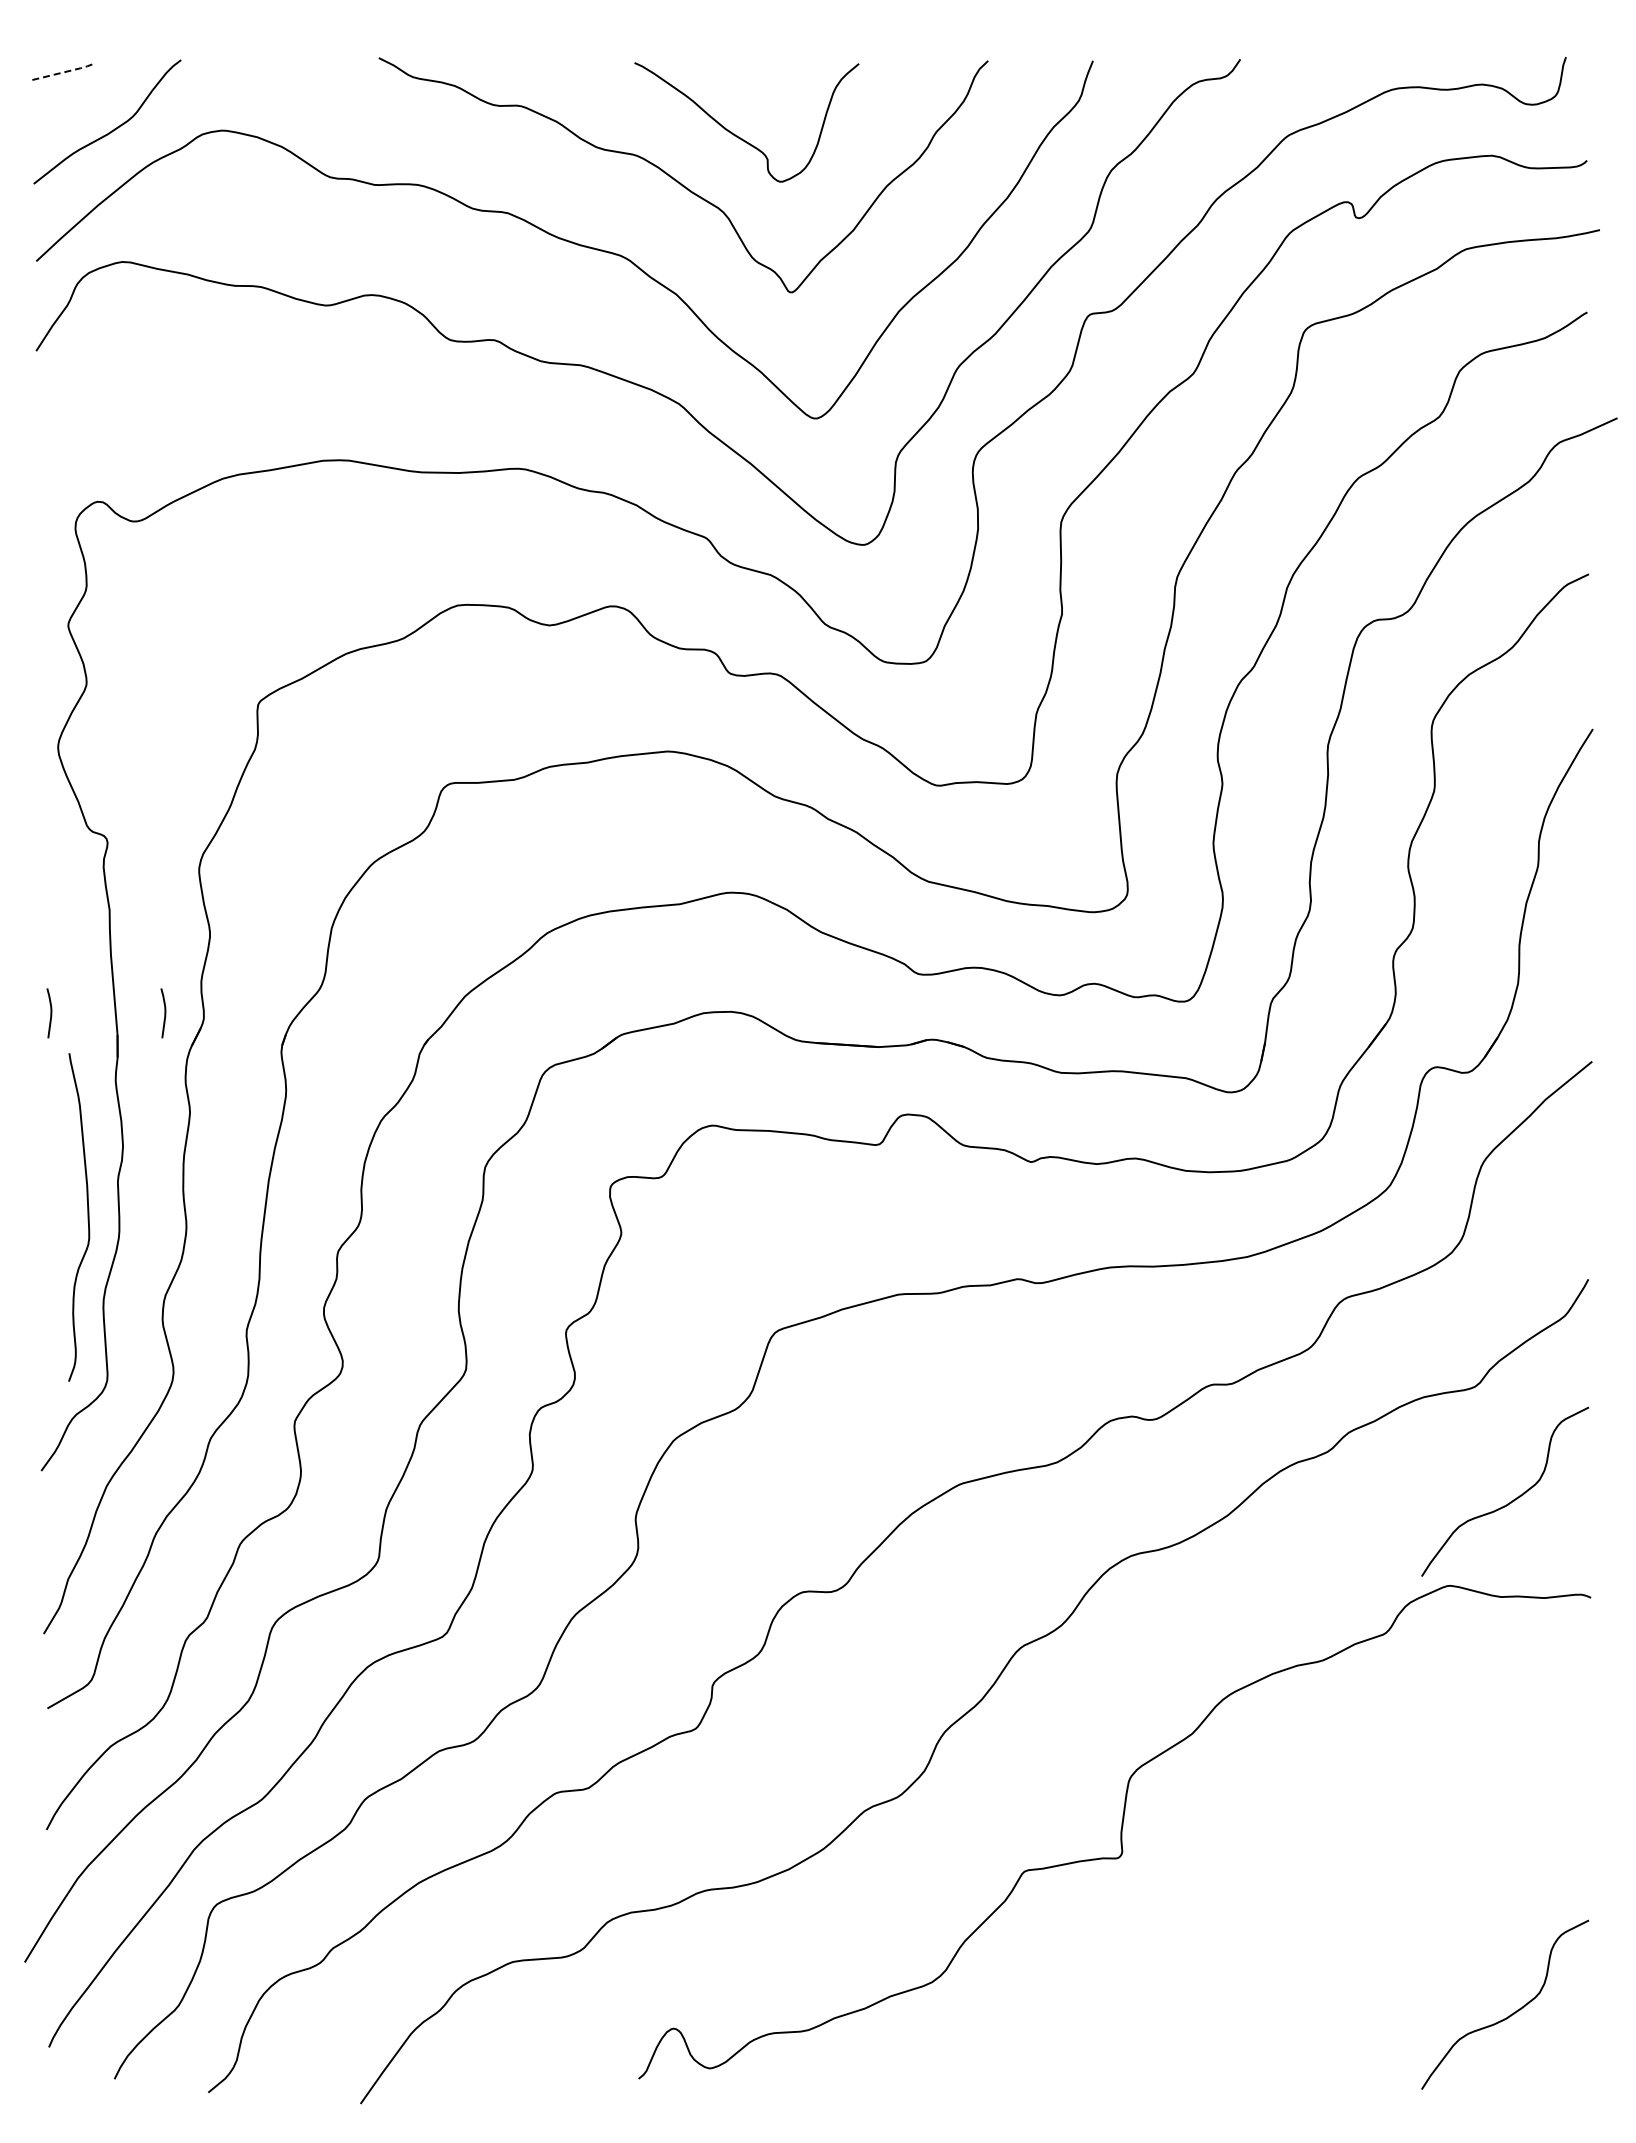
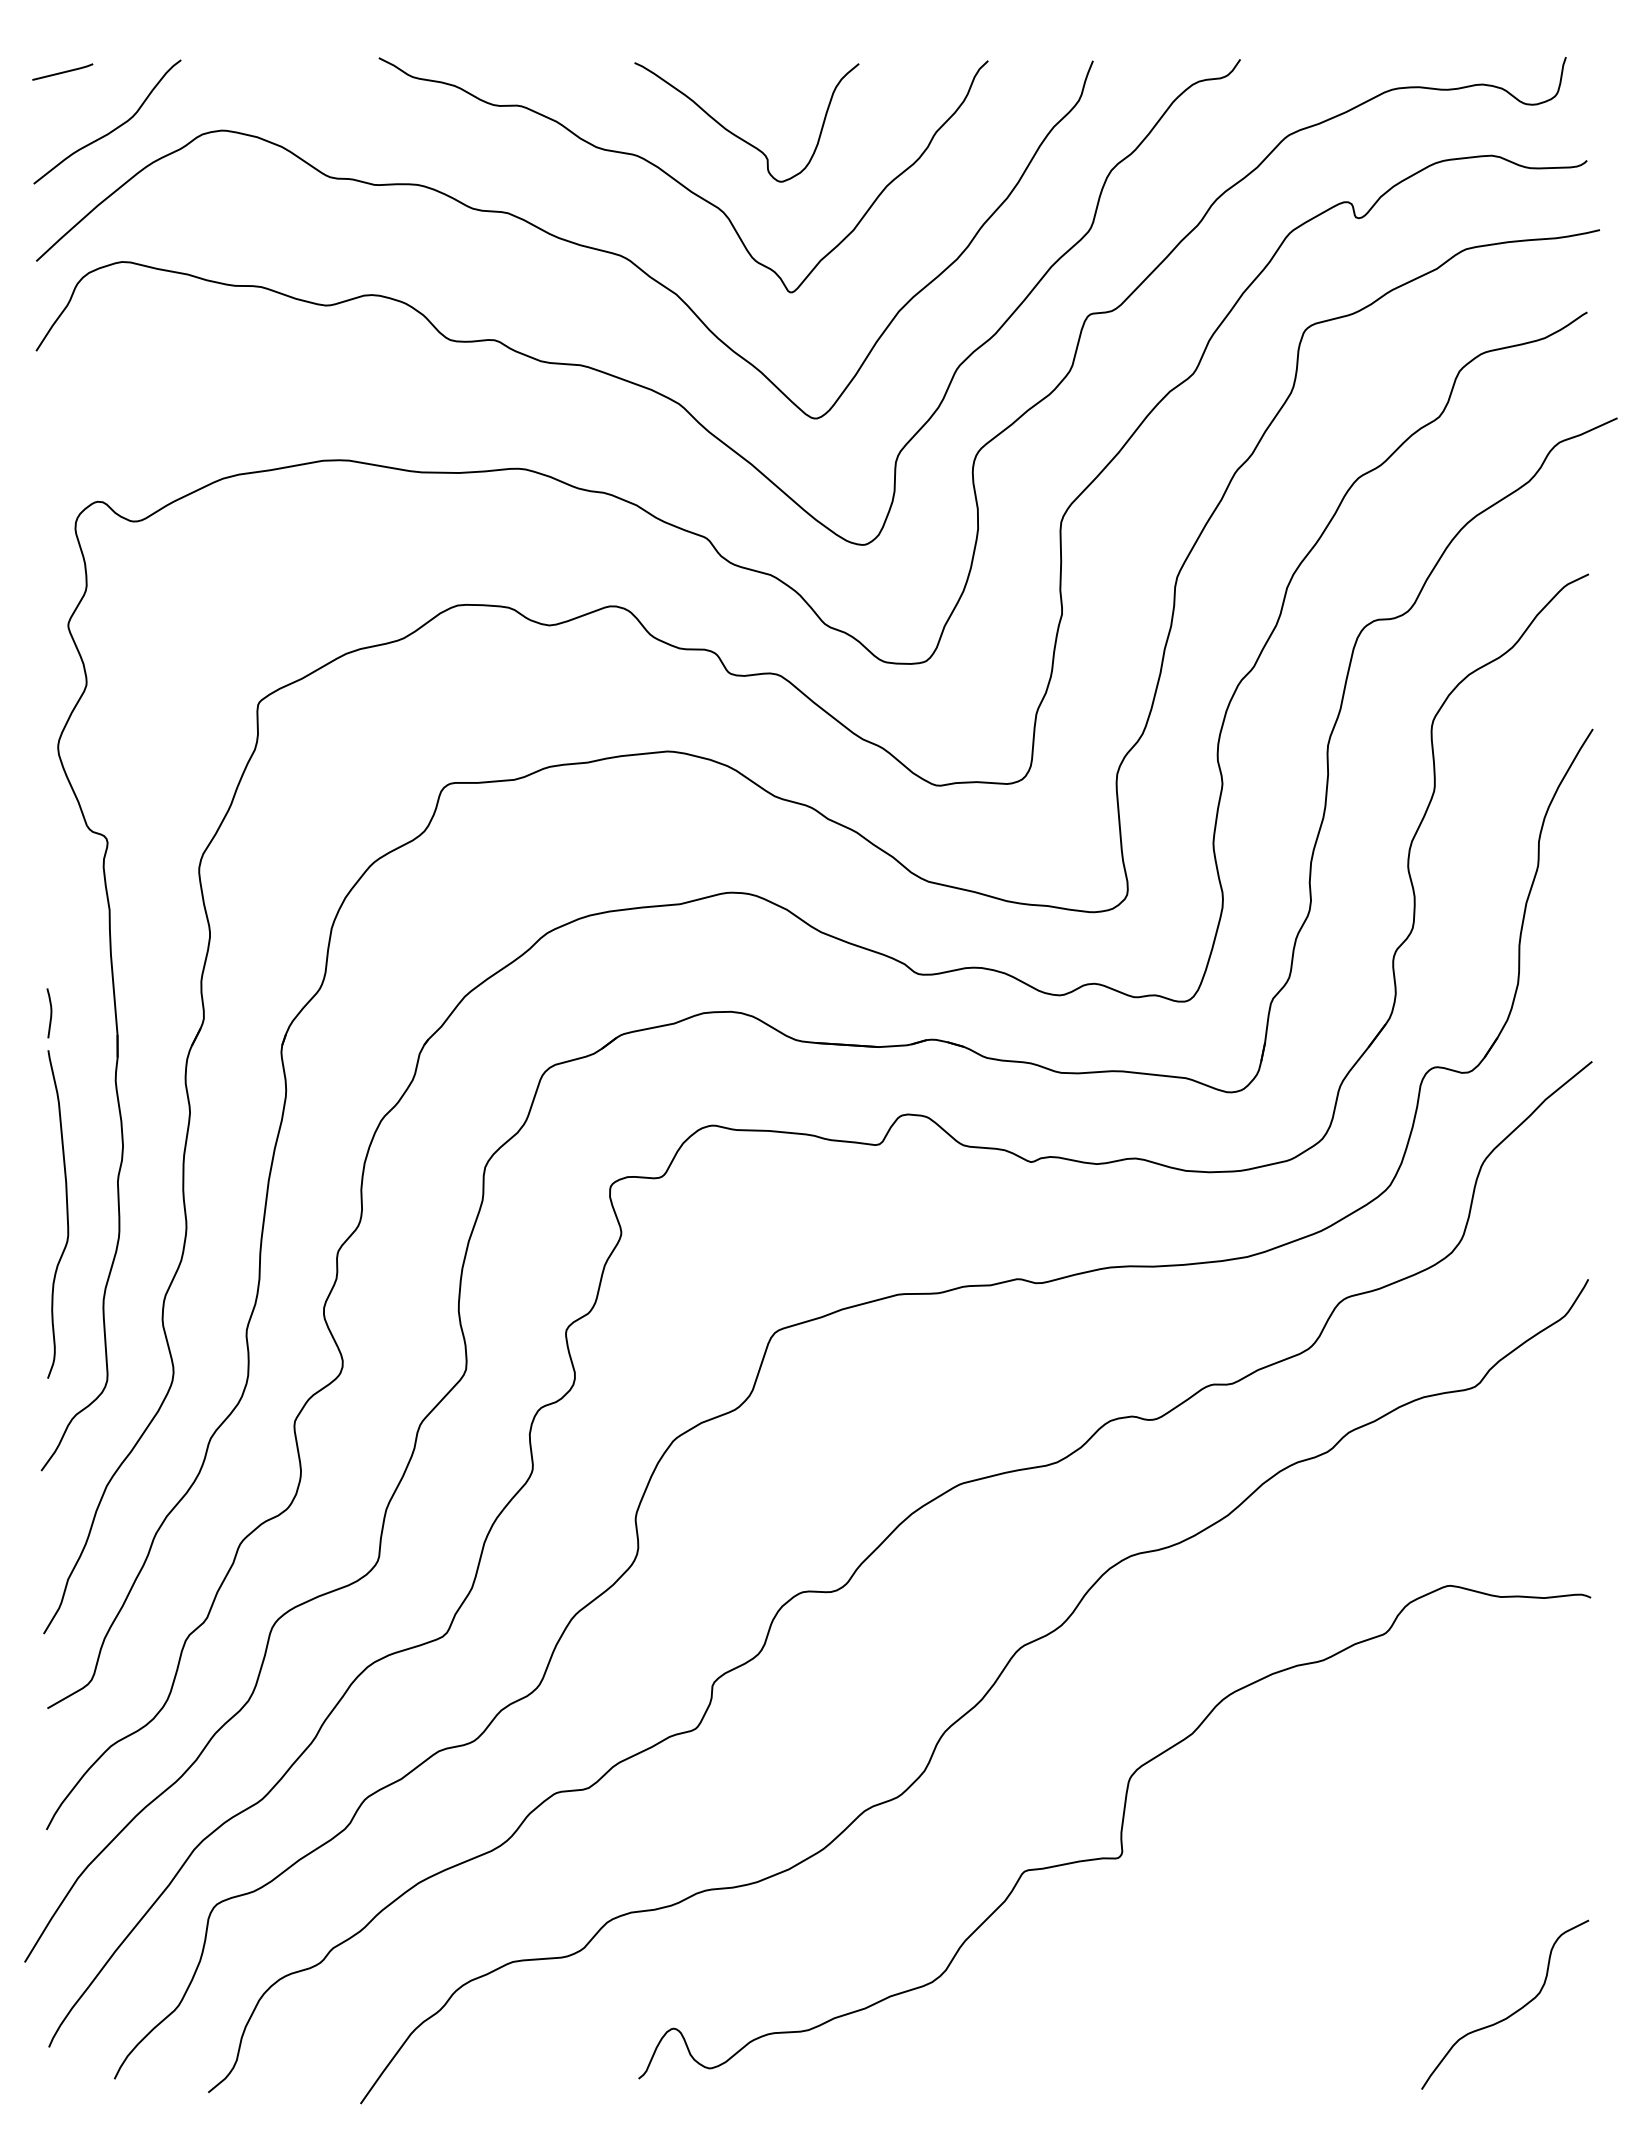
line at (65, 72): dashed -> solid
curve at (164, 1013): present -> none
curve at (87, 1217) position: (87, 1217) -> (66, 1214)
curve at (1510, 1501): present -> none
